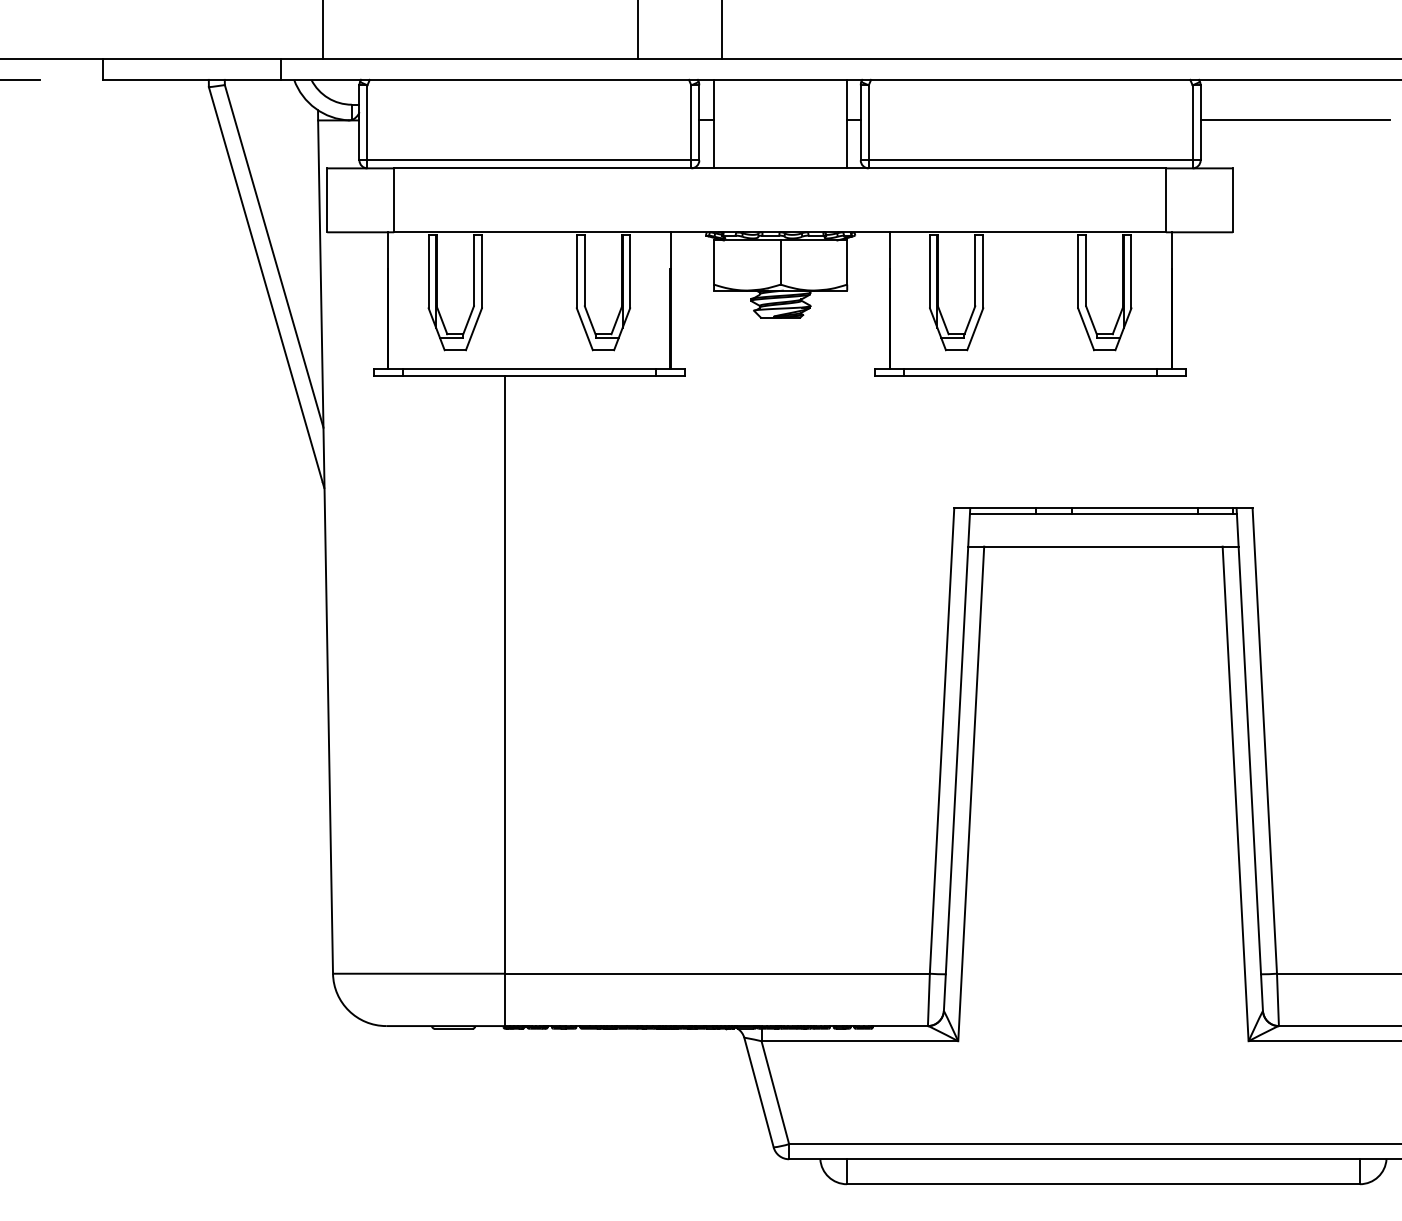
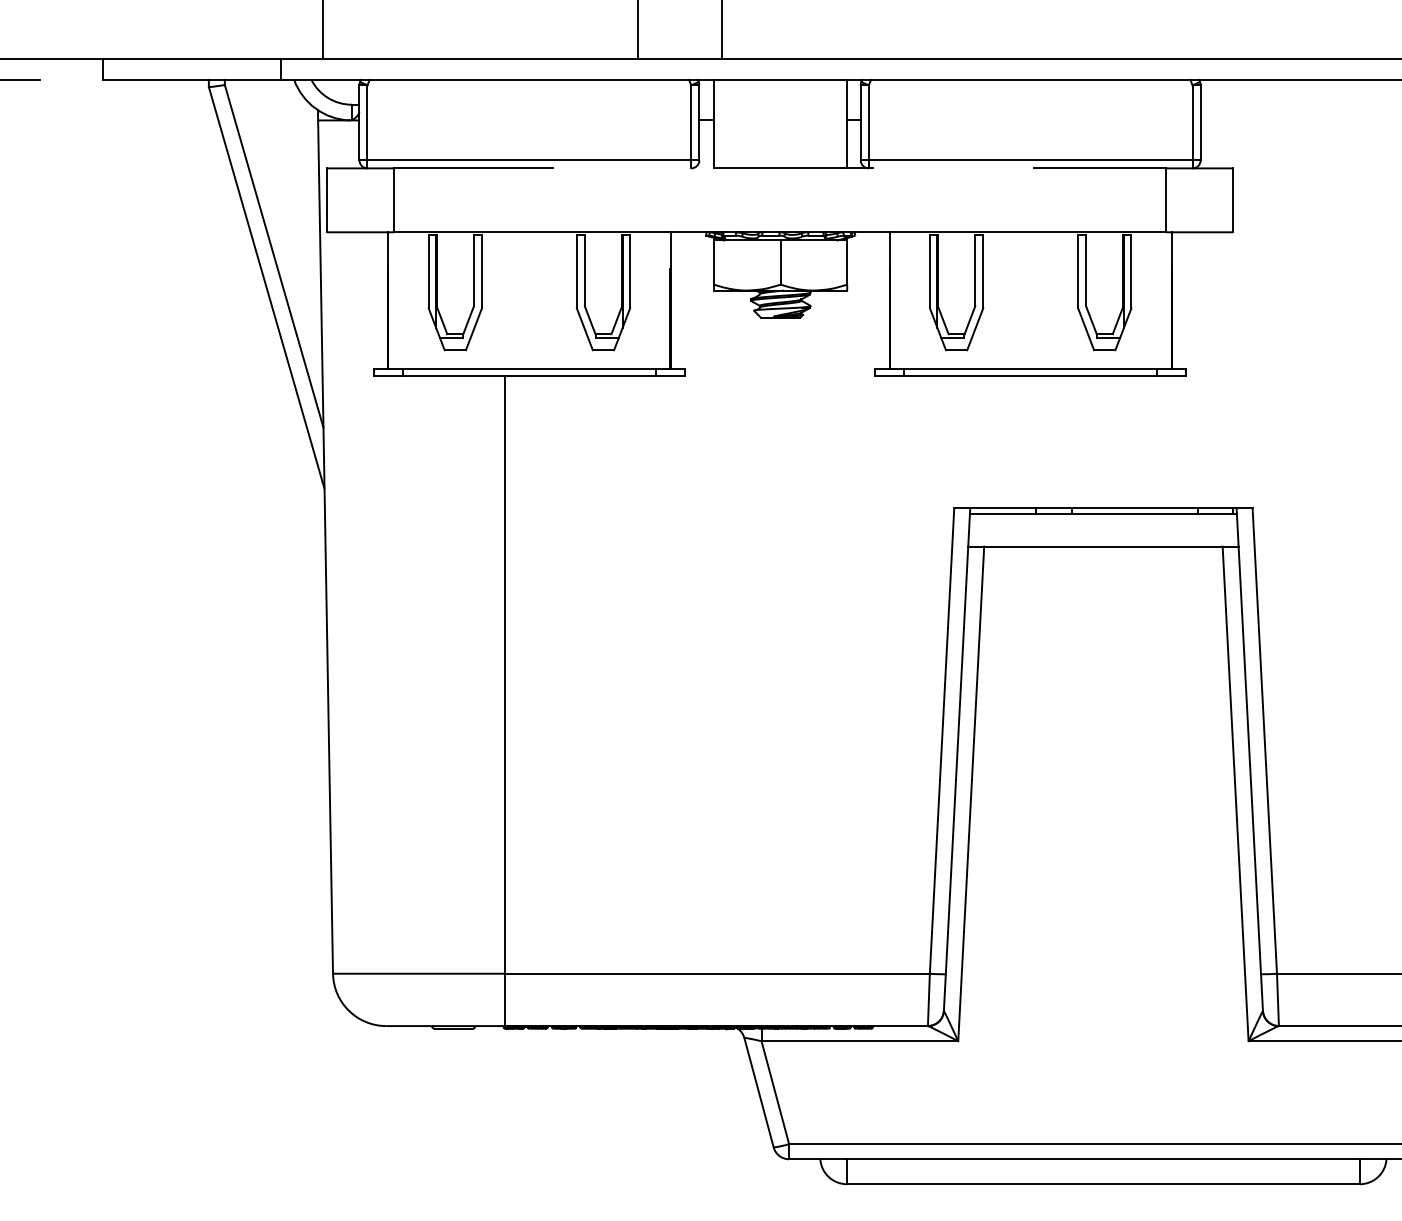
line at (1295, 120): present -> none
line at (780, 168): solid -> dashed
